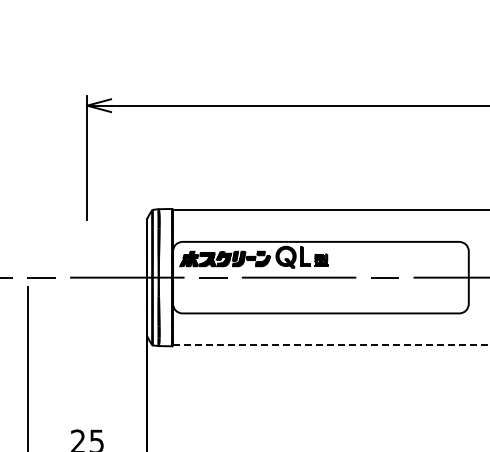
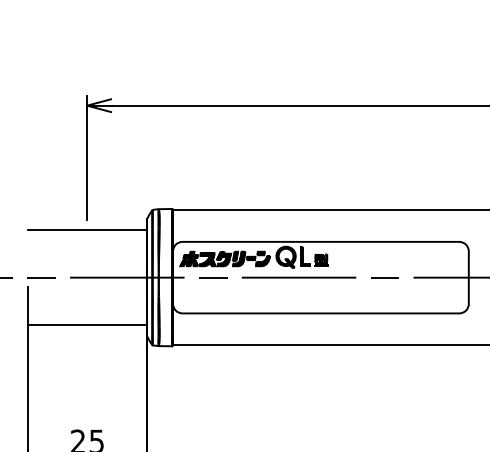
line at (86, 229): none -> present
line at (86, 325): none -> present
line at (331, 345): dashed -> solid
